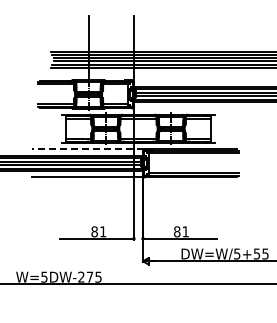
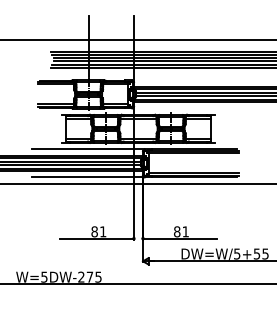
line at (137, 39): none -> present
line at (88, 149): dashed -> solid
line at (137, 183): none -> present
